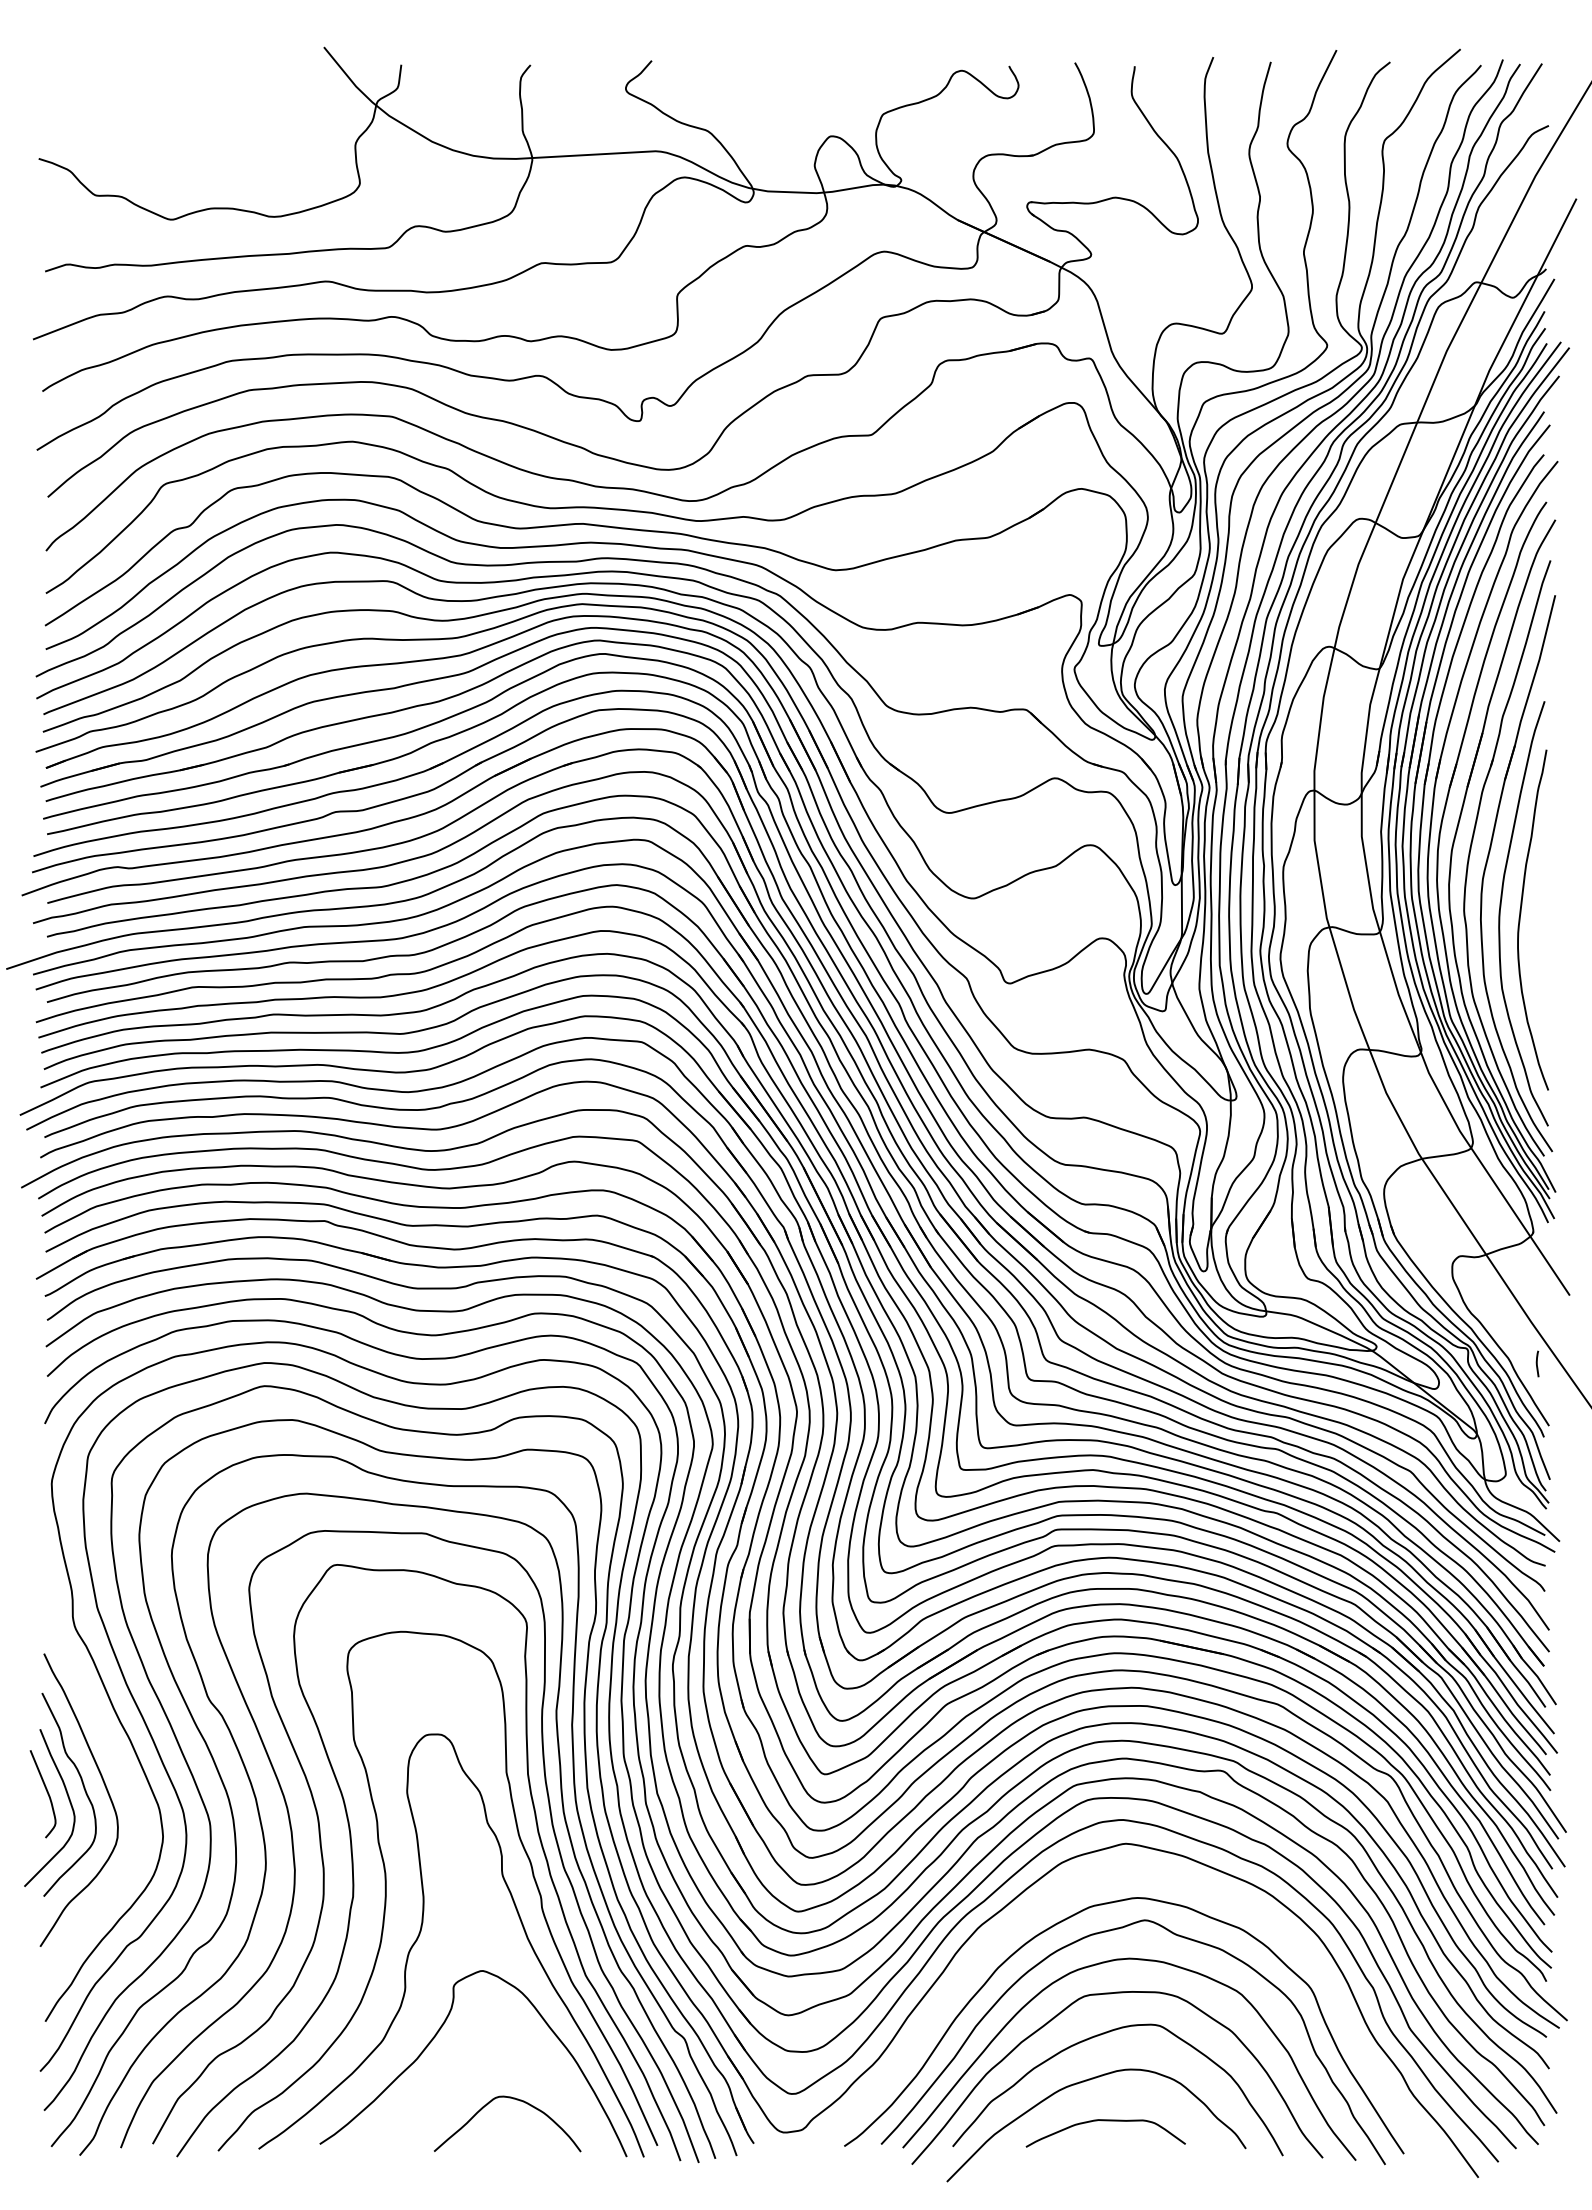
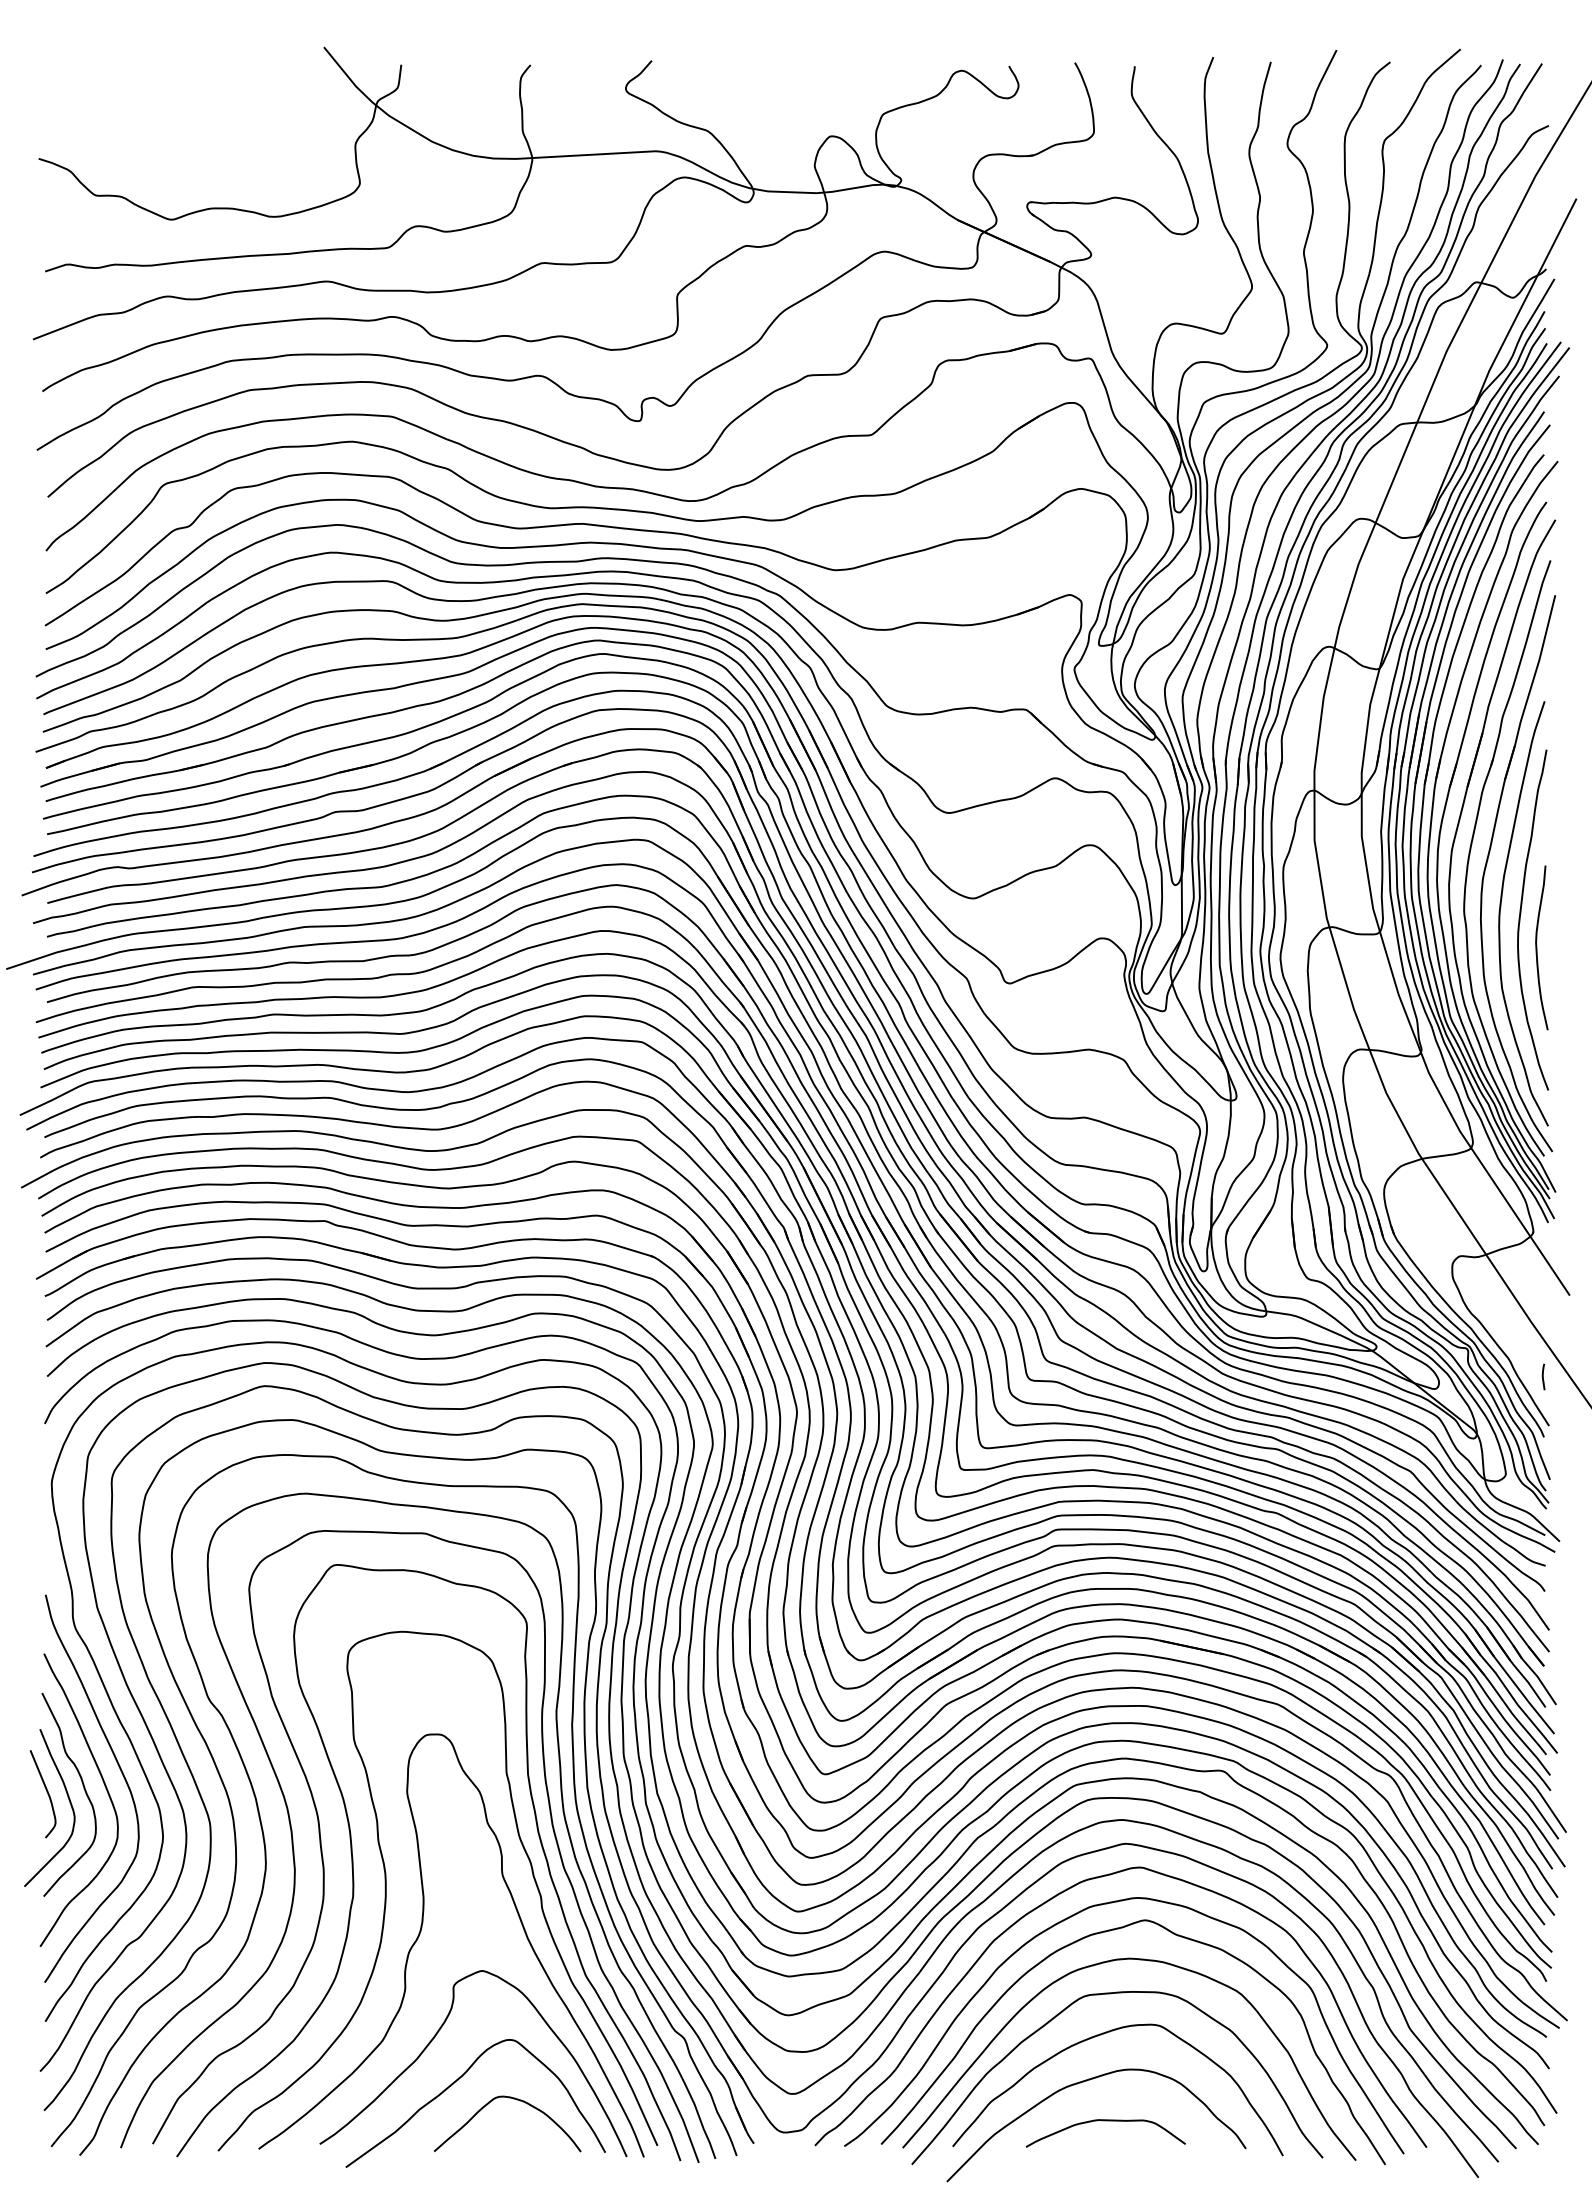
curve at (1537, 947): none -> present
curve at (1537, 1363) position: (1537, 1363) -> (1543, 1376)
curve at (121, 1773): none -> present
curve at (1052, 1899): none -> present
curve at (457, 2081): none -> present
